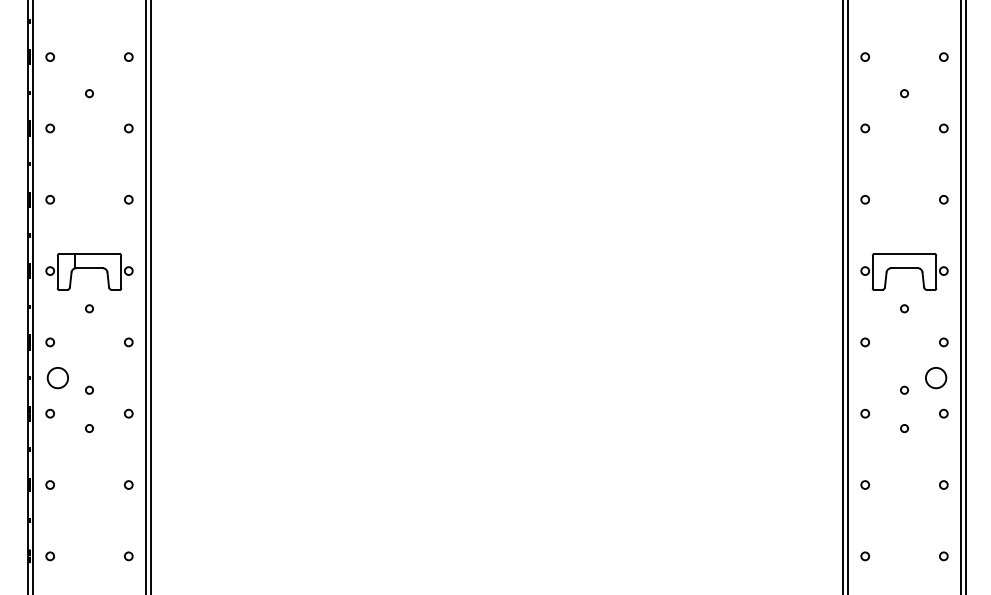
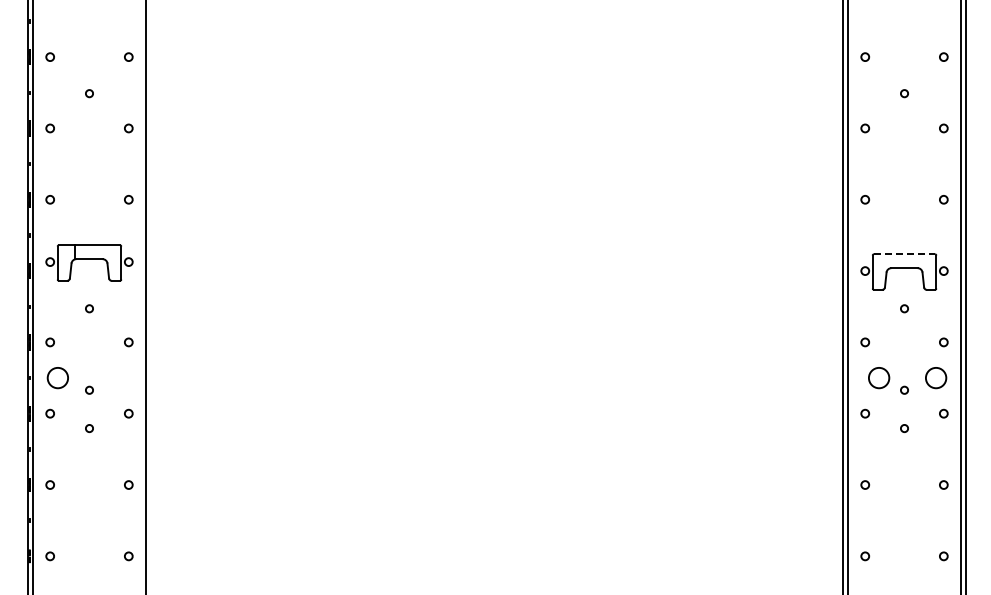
line at (904, 254): solid -> dashed
part at (89, 271) position: (89, 271) -> (89, 262)
line at (150, 296): present -> none
circle at (879, 378): none -> present
